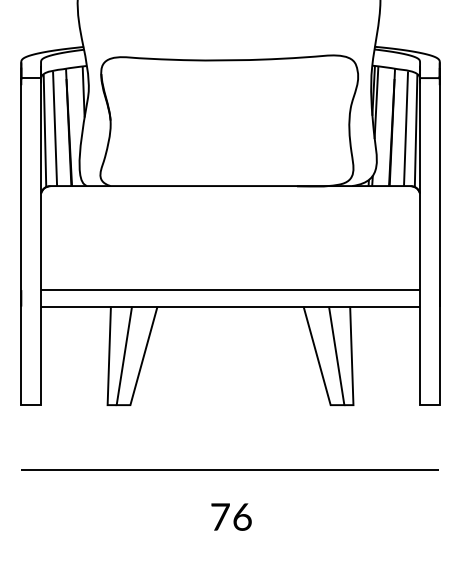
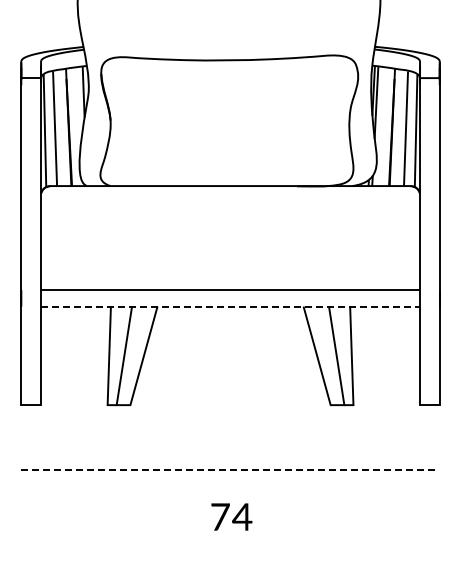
line at (230, 306): solid -> dashed
line at (229, 469): solid -> dashed
text at (242, 516): 76 -> 74
